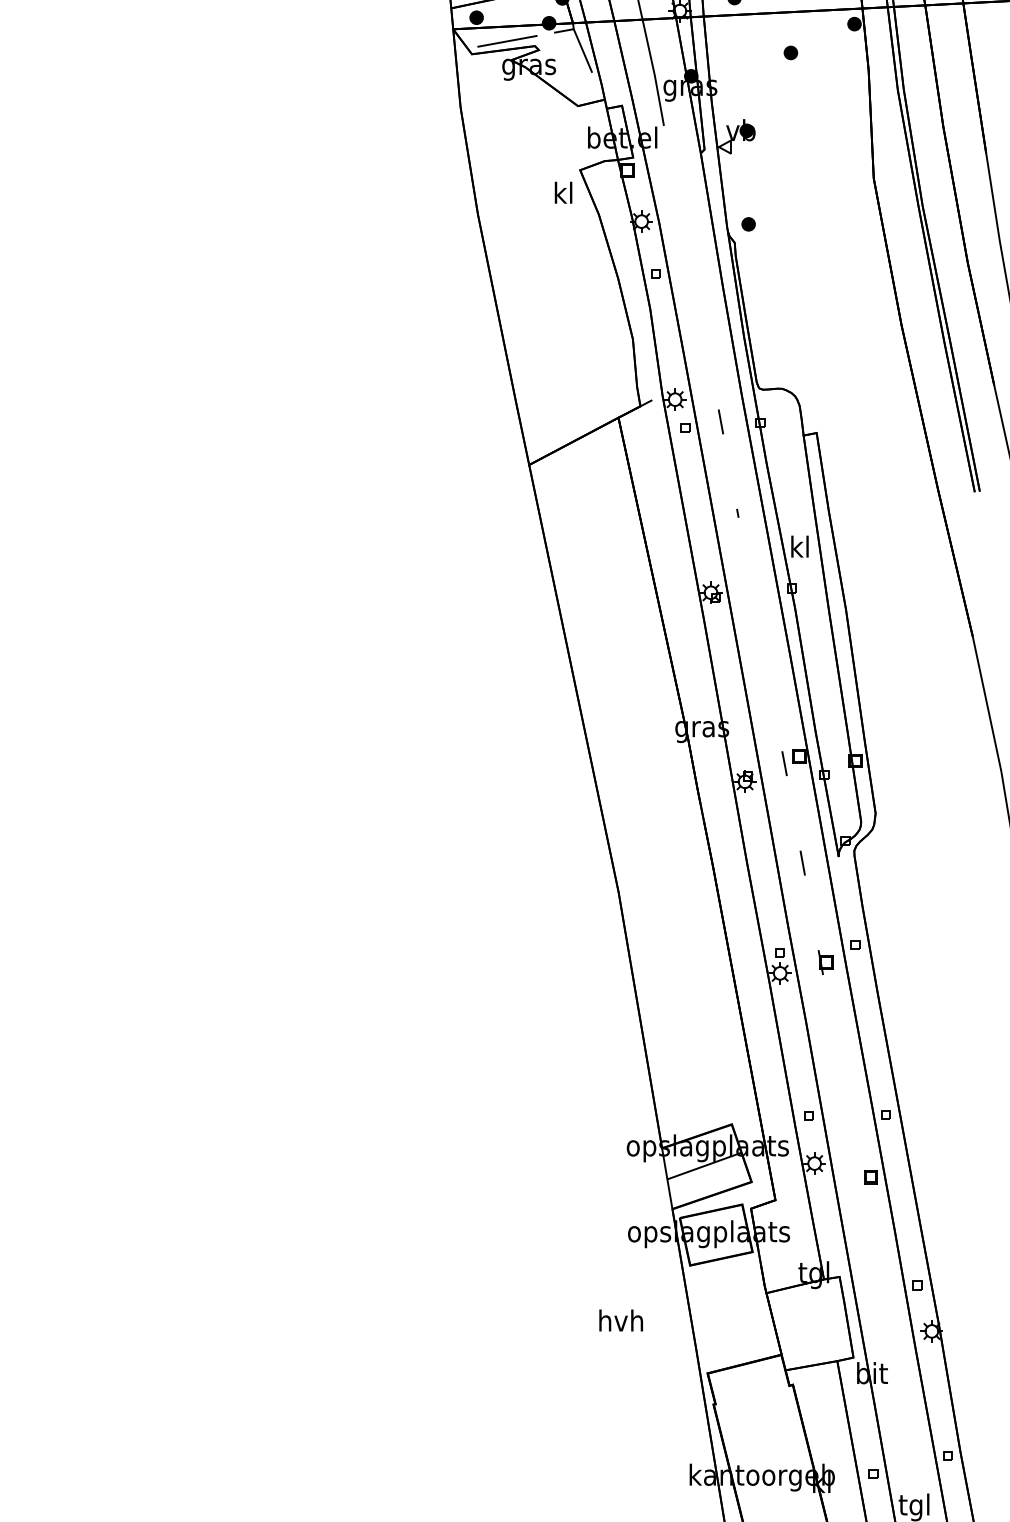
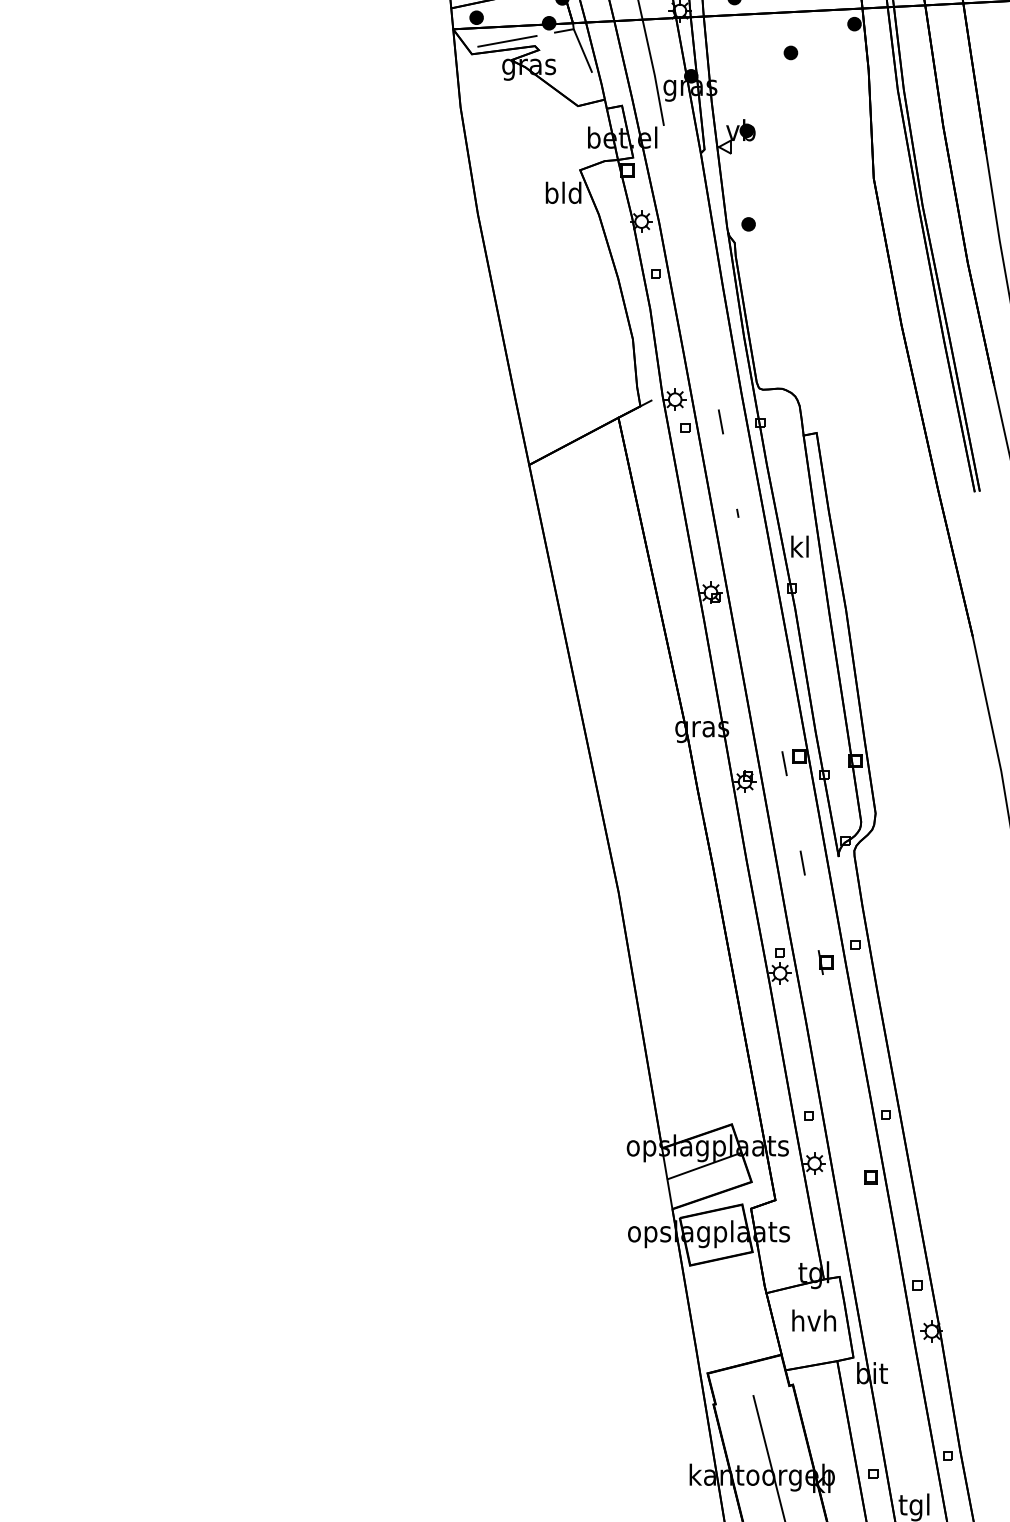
text at (563, 192): kl -> bld
text at (620, 1320) position: (620, 1320) -> (813, 1320)
line at (768, 1457): none -> present
